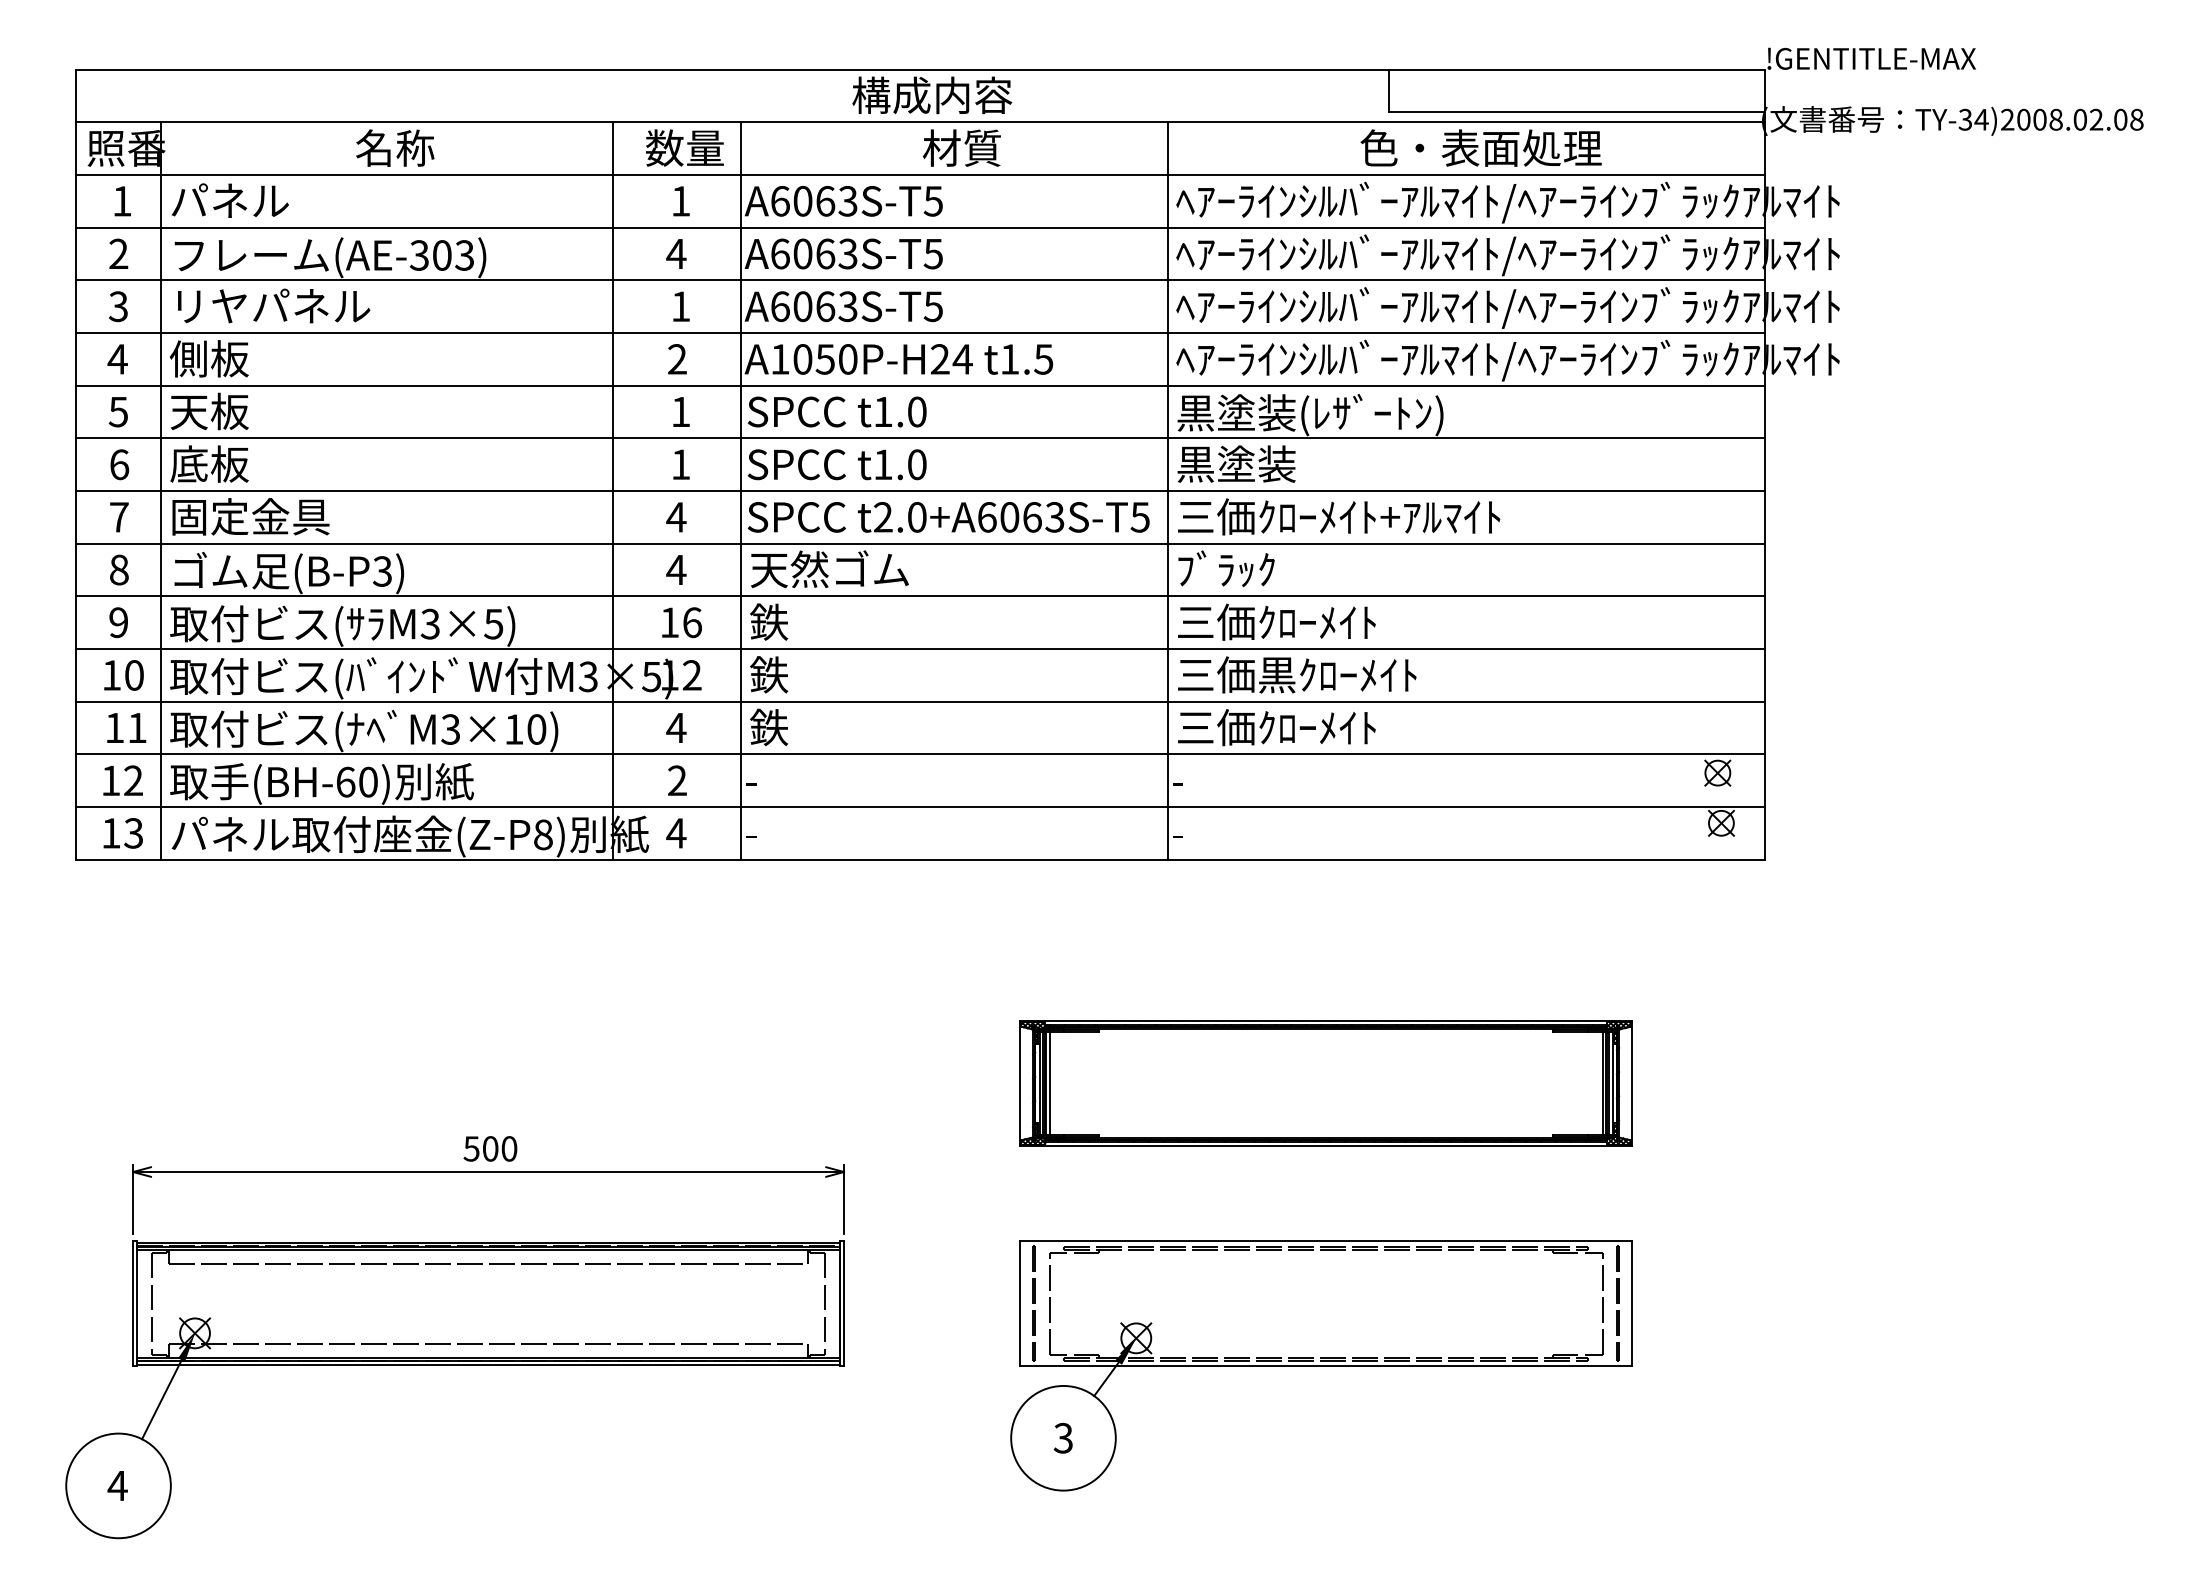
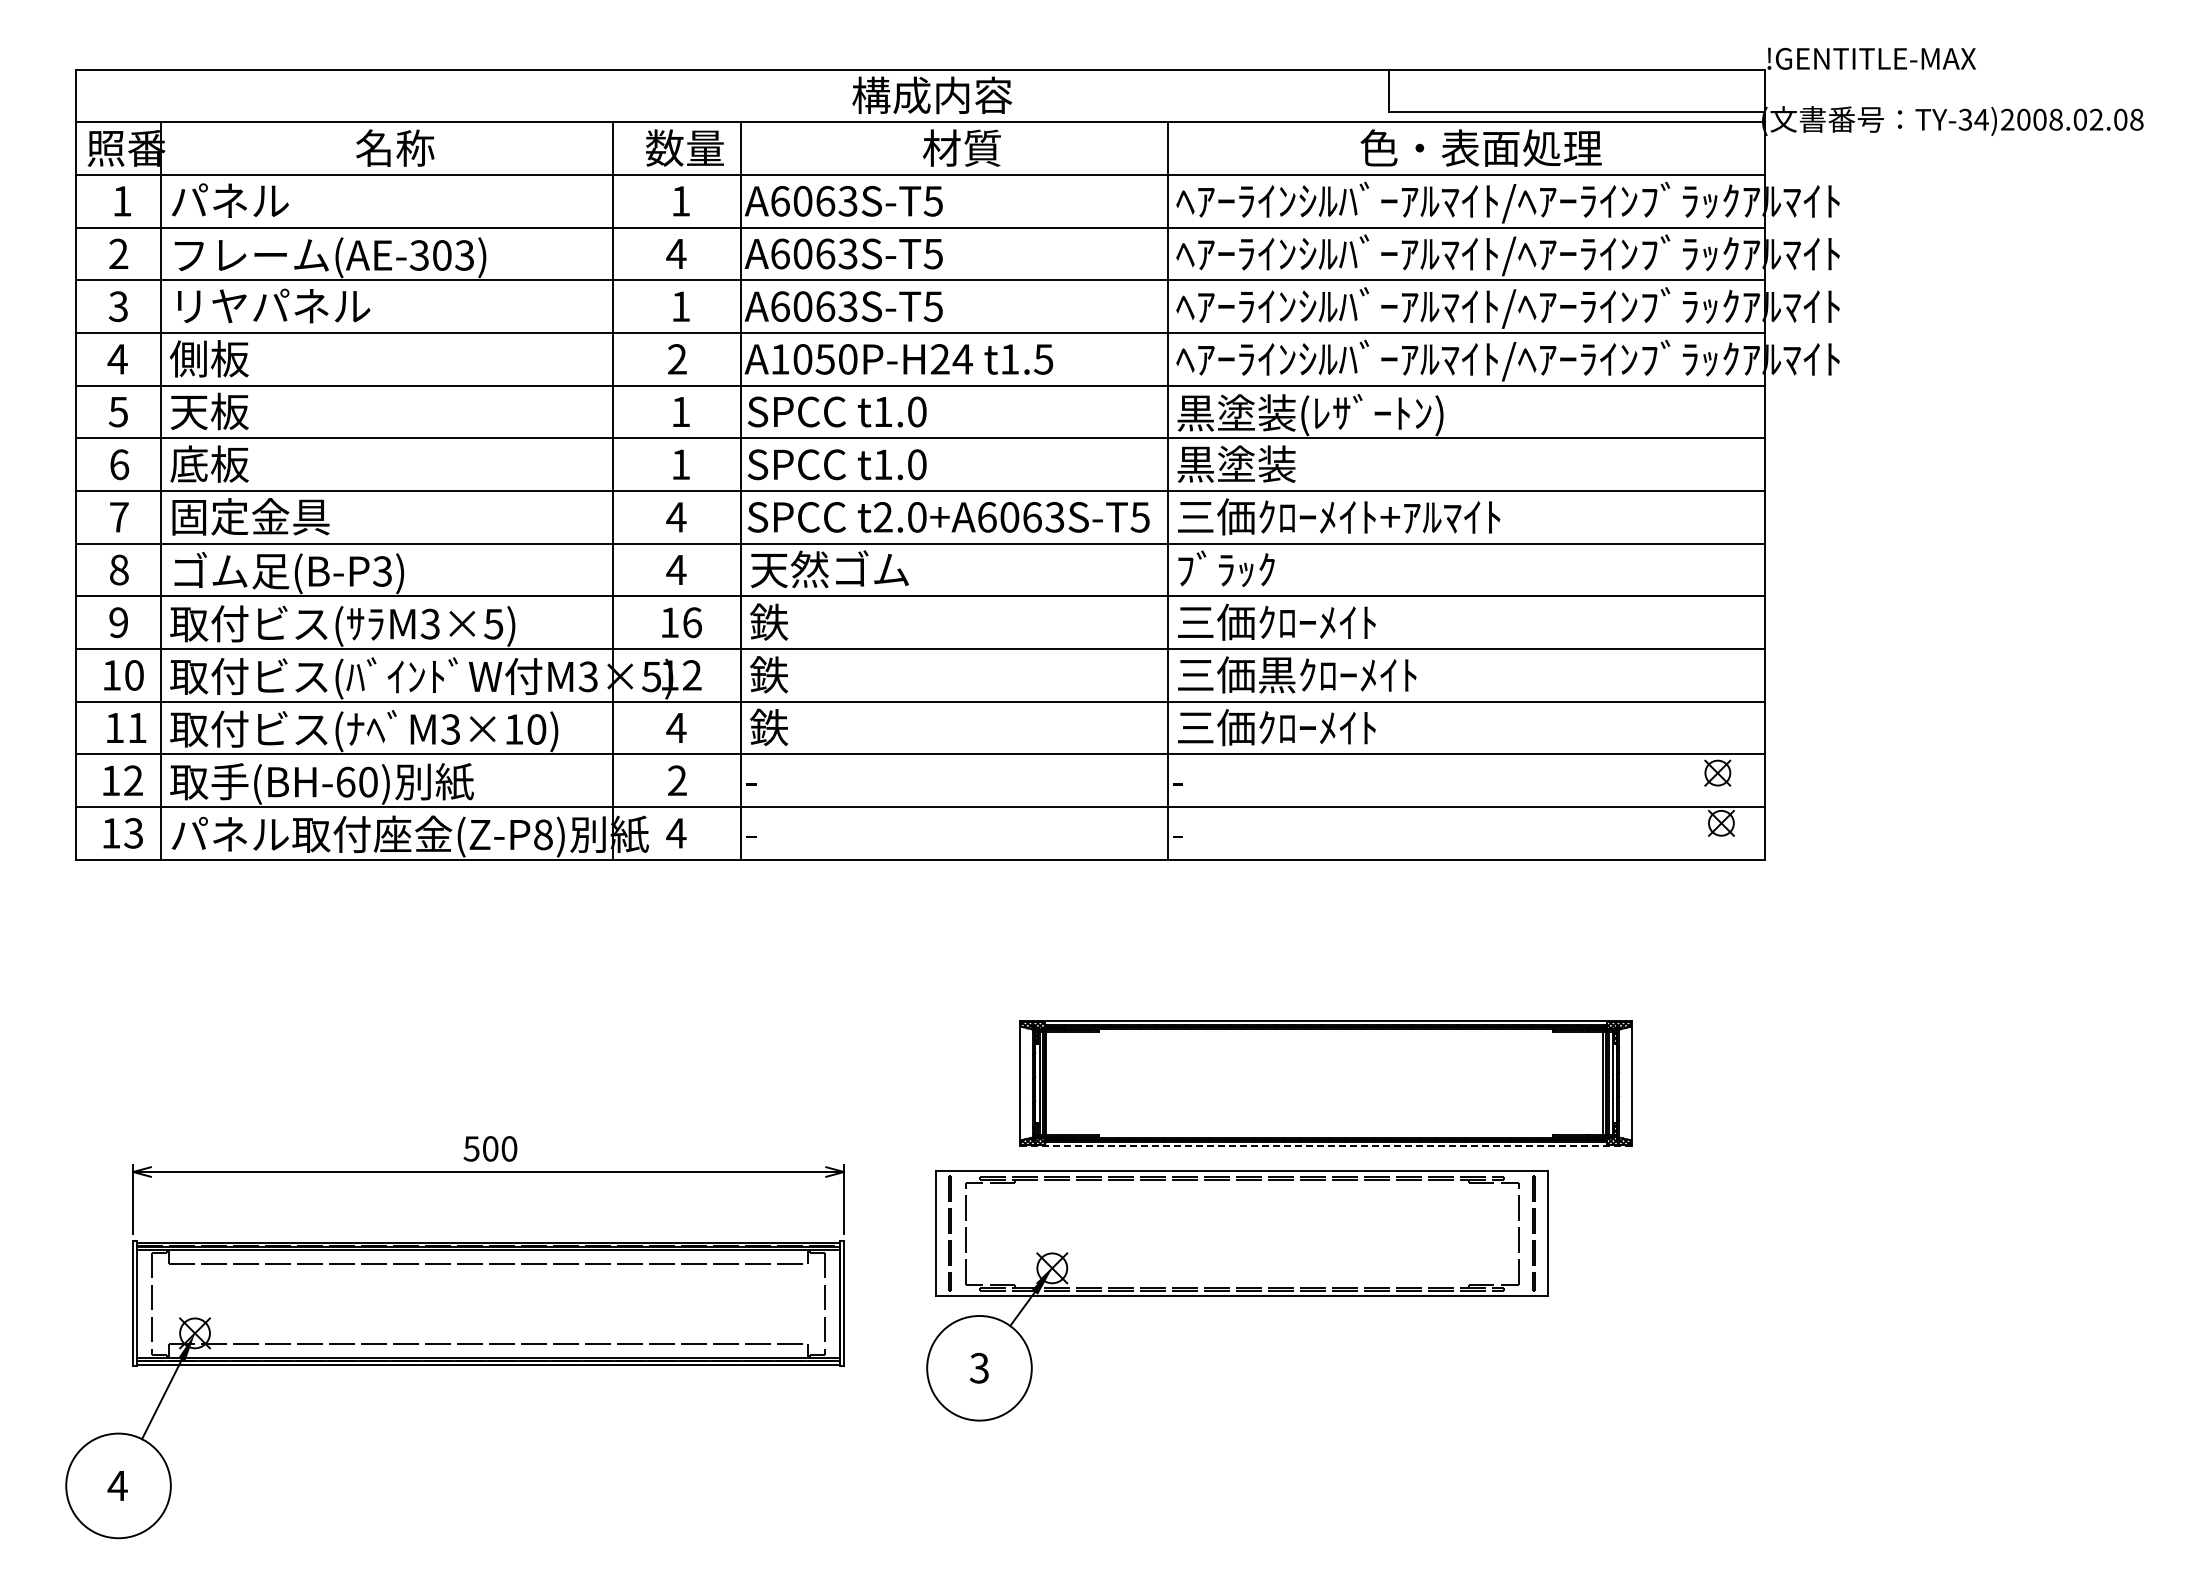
line at (1049, 1083): present -> none
line at (1326, 1146): solid -> dashed
part at (1321, 1365) position: (1321, 1365) -> (1237, 1295)
